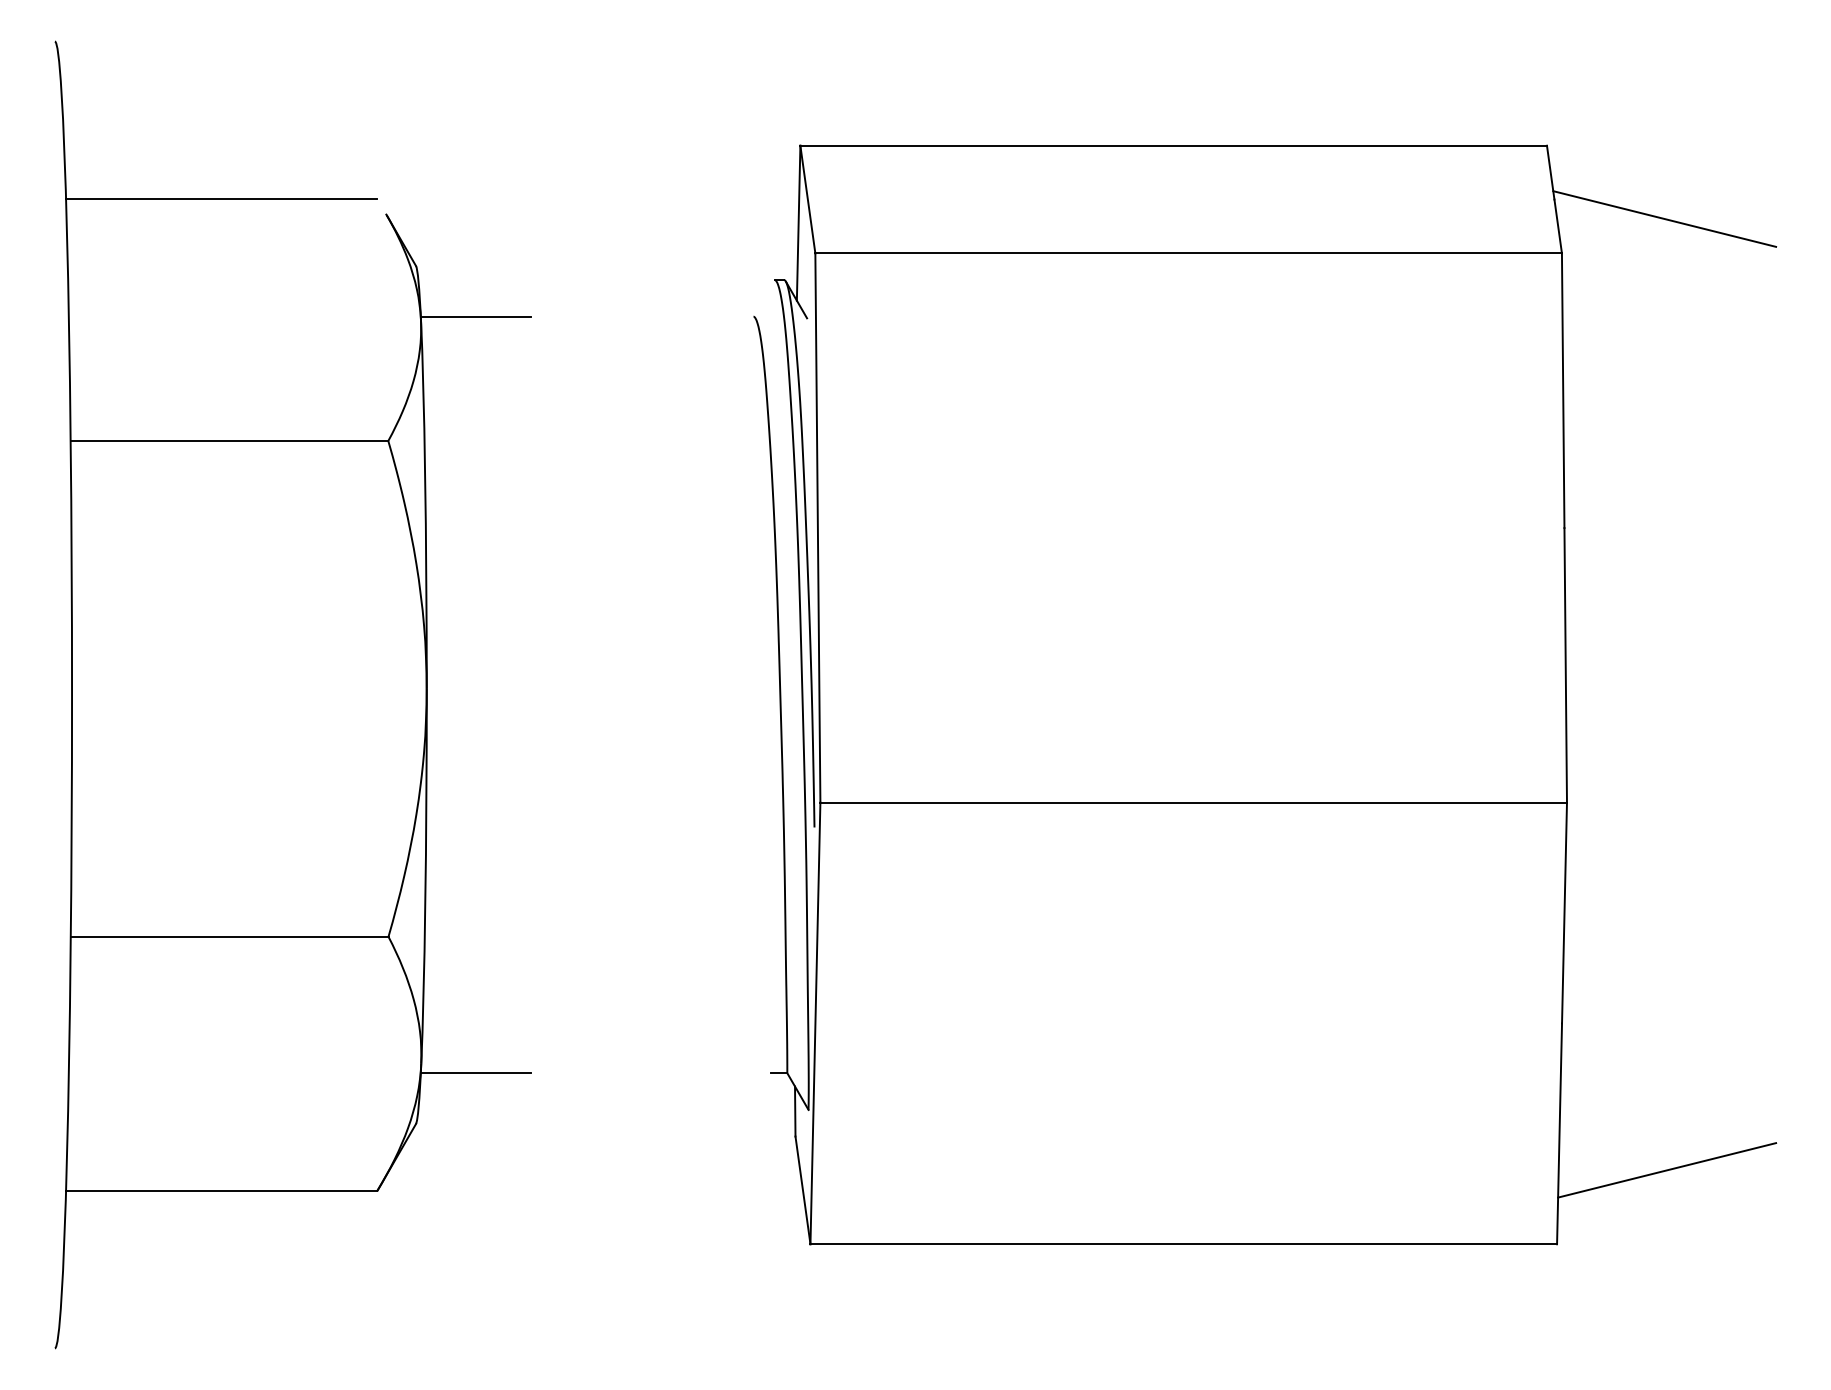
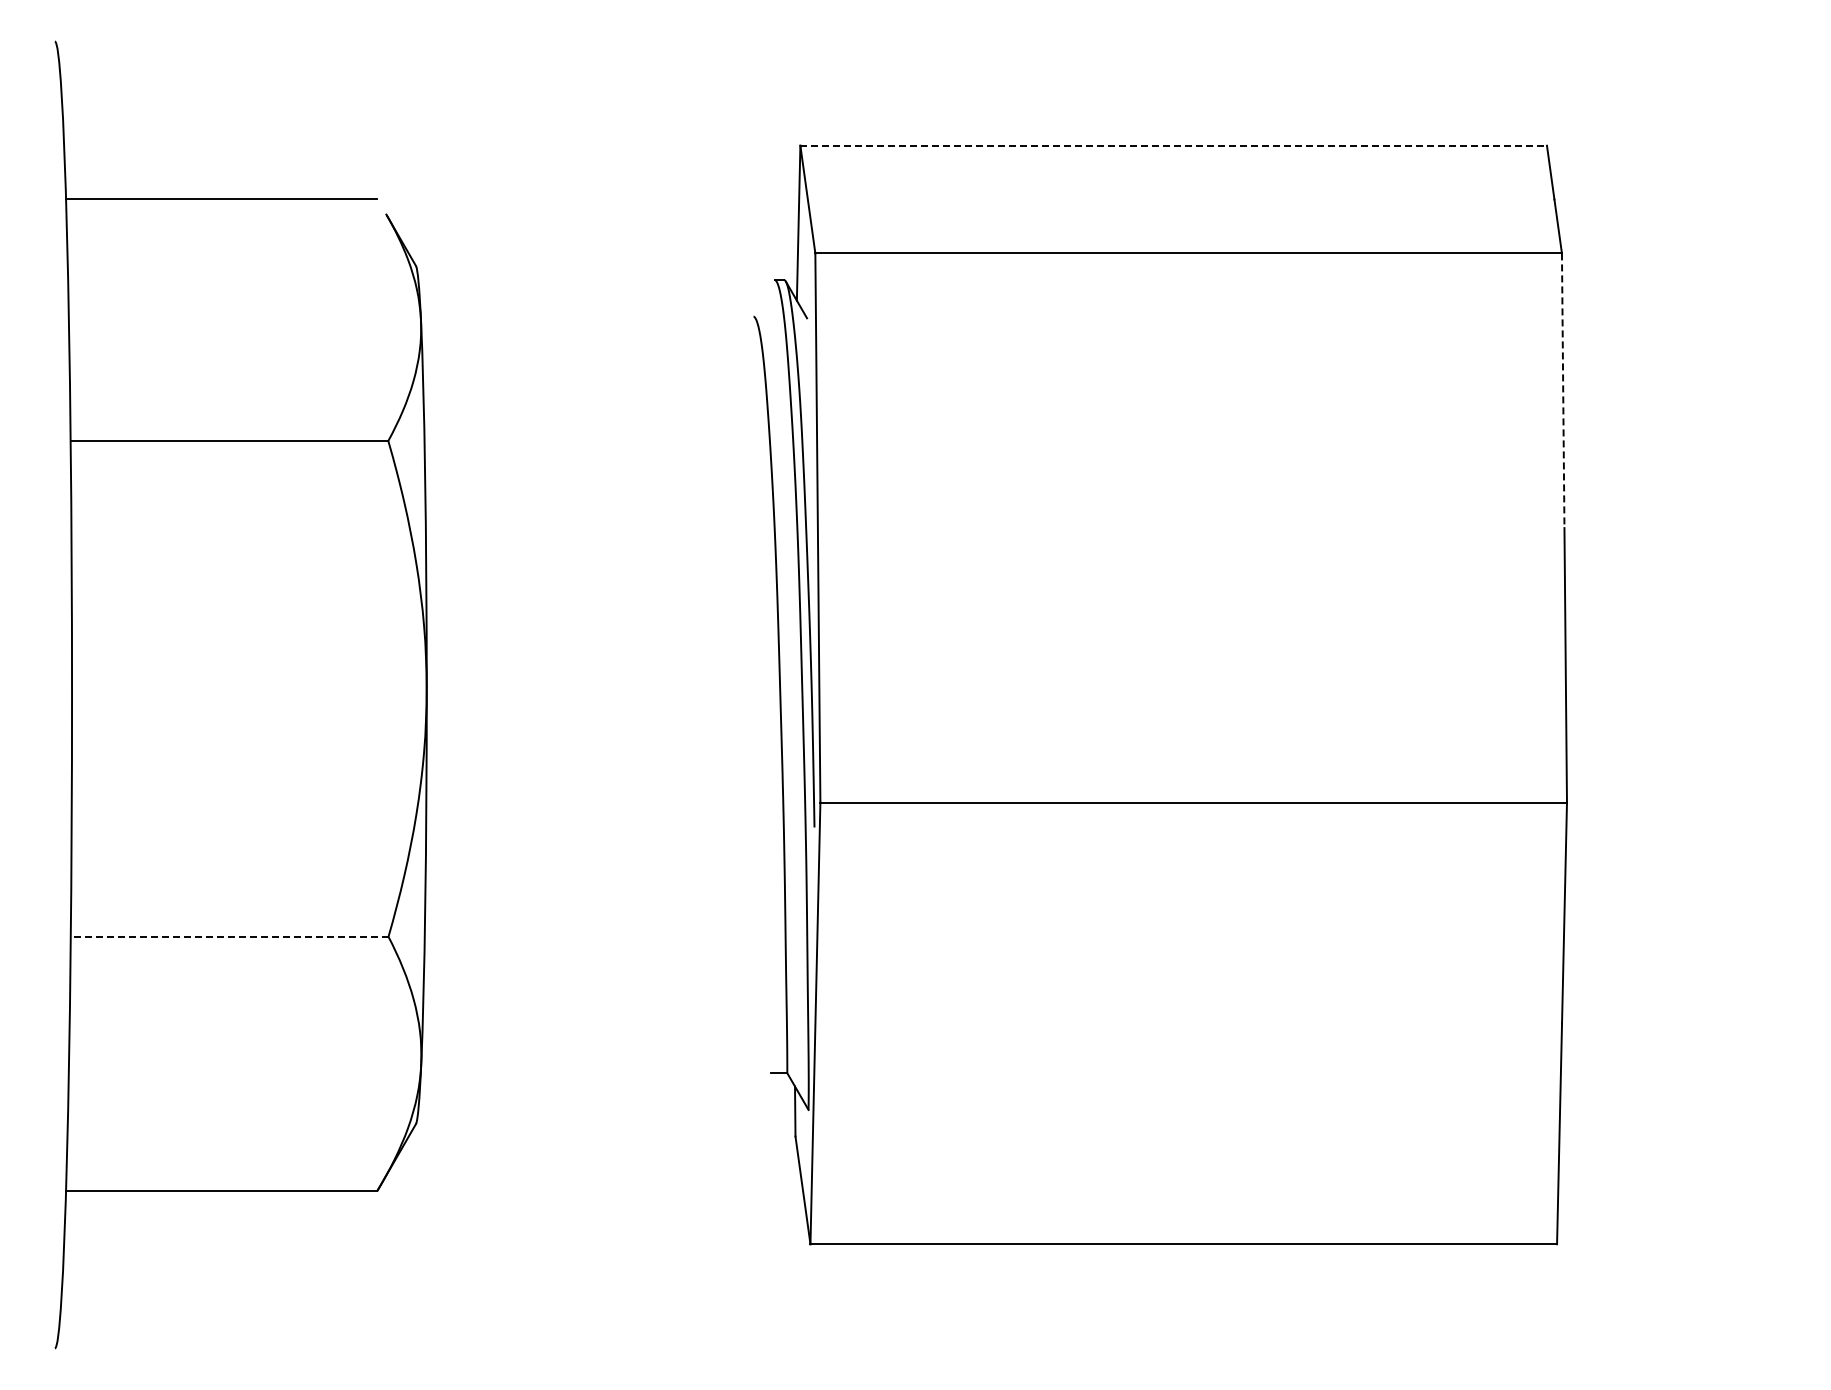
line at (1174, 145): solid -> dashed
line at (1664, 218): present -> none
line at (475, 316): present -> none
line at (1563, 391): solid -> dashed
line at (229, 936): solid -> dashed
line at (475, 1073): present -> none
line at (1667, 1170): present -> none
